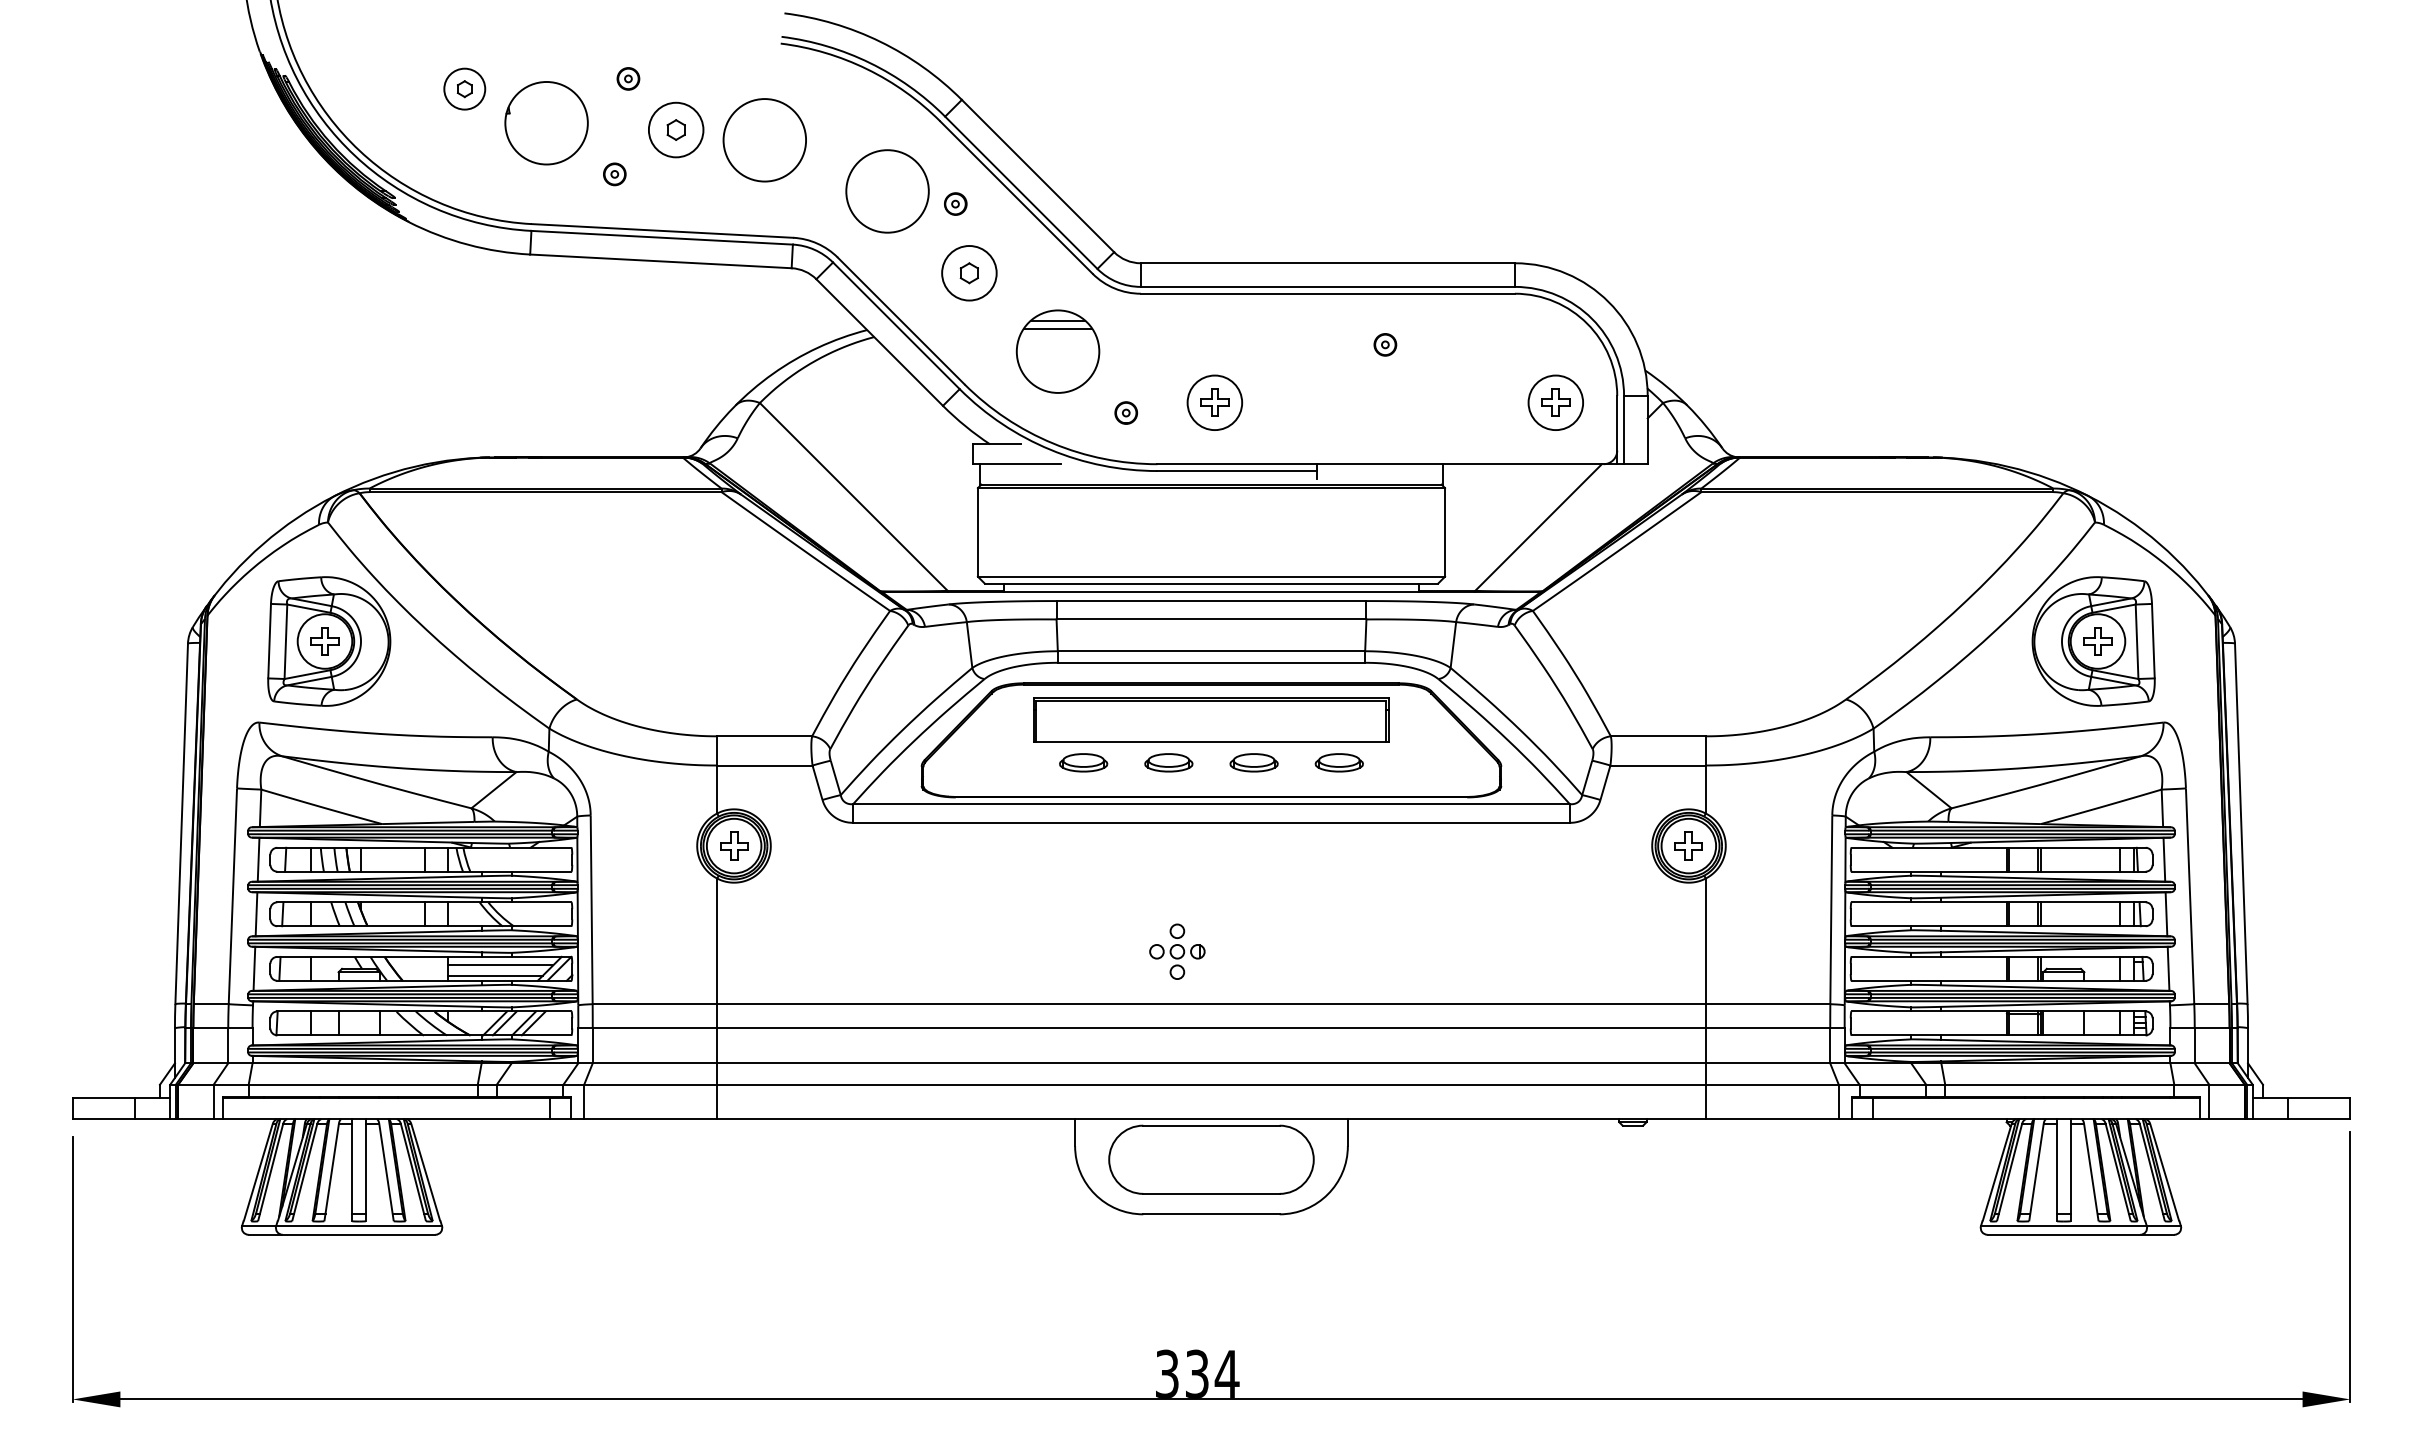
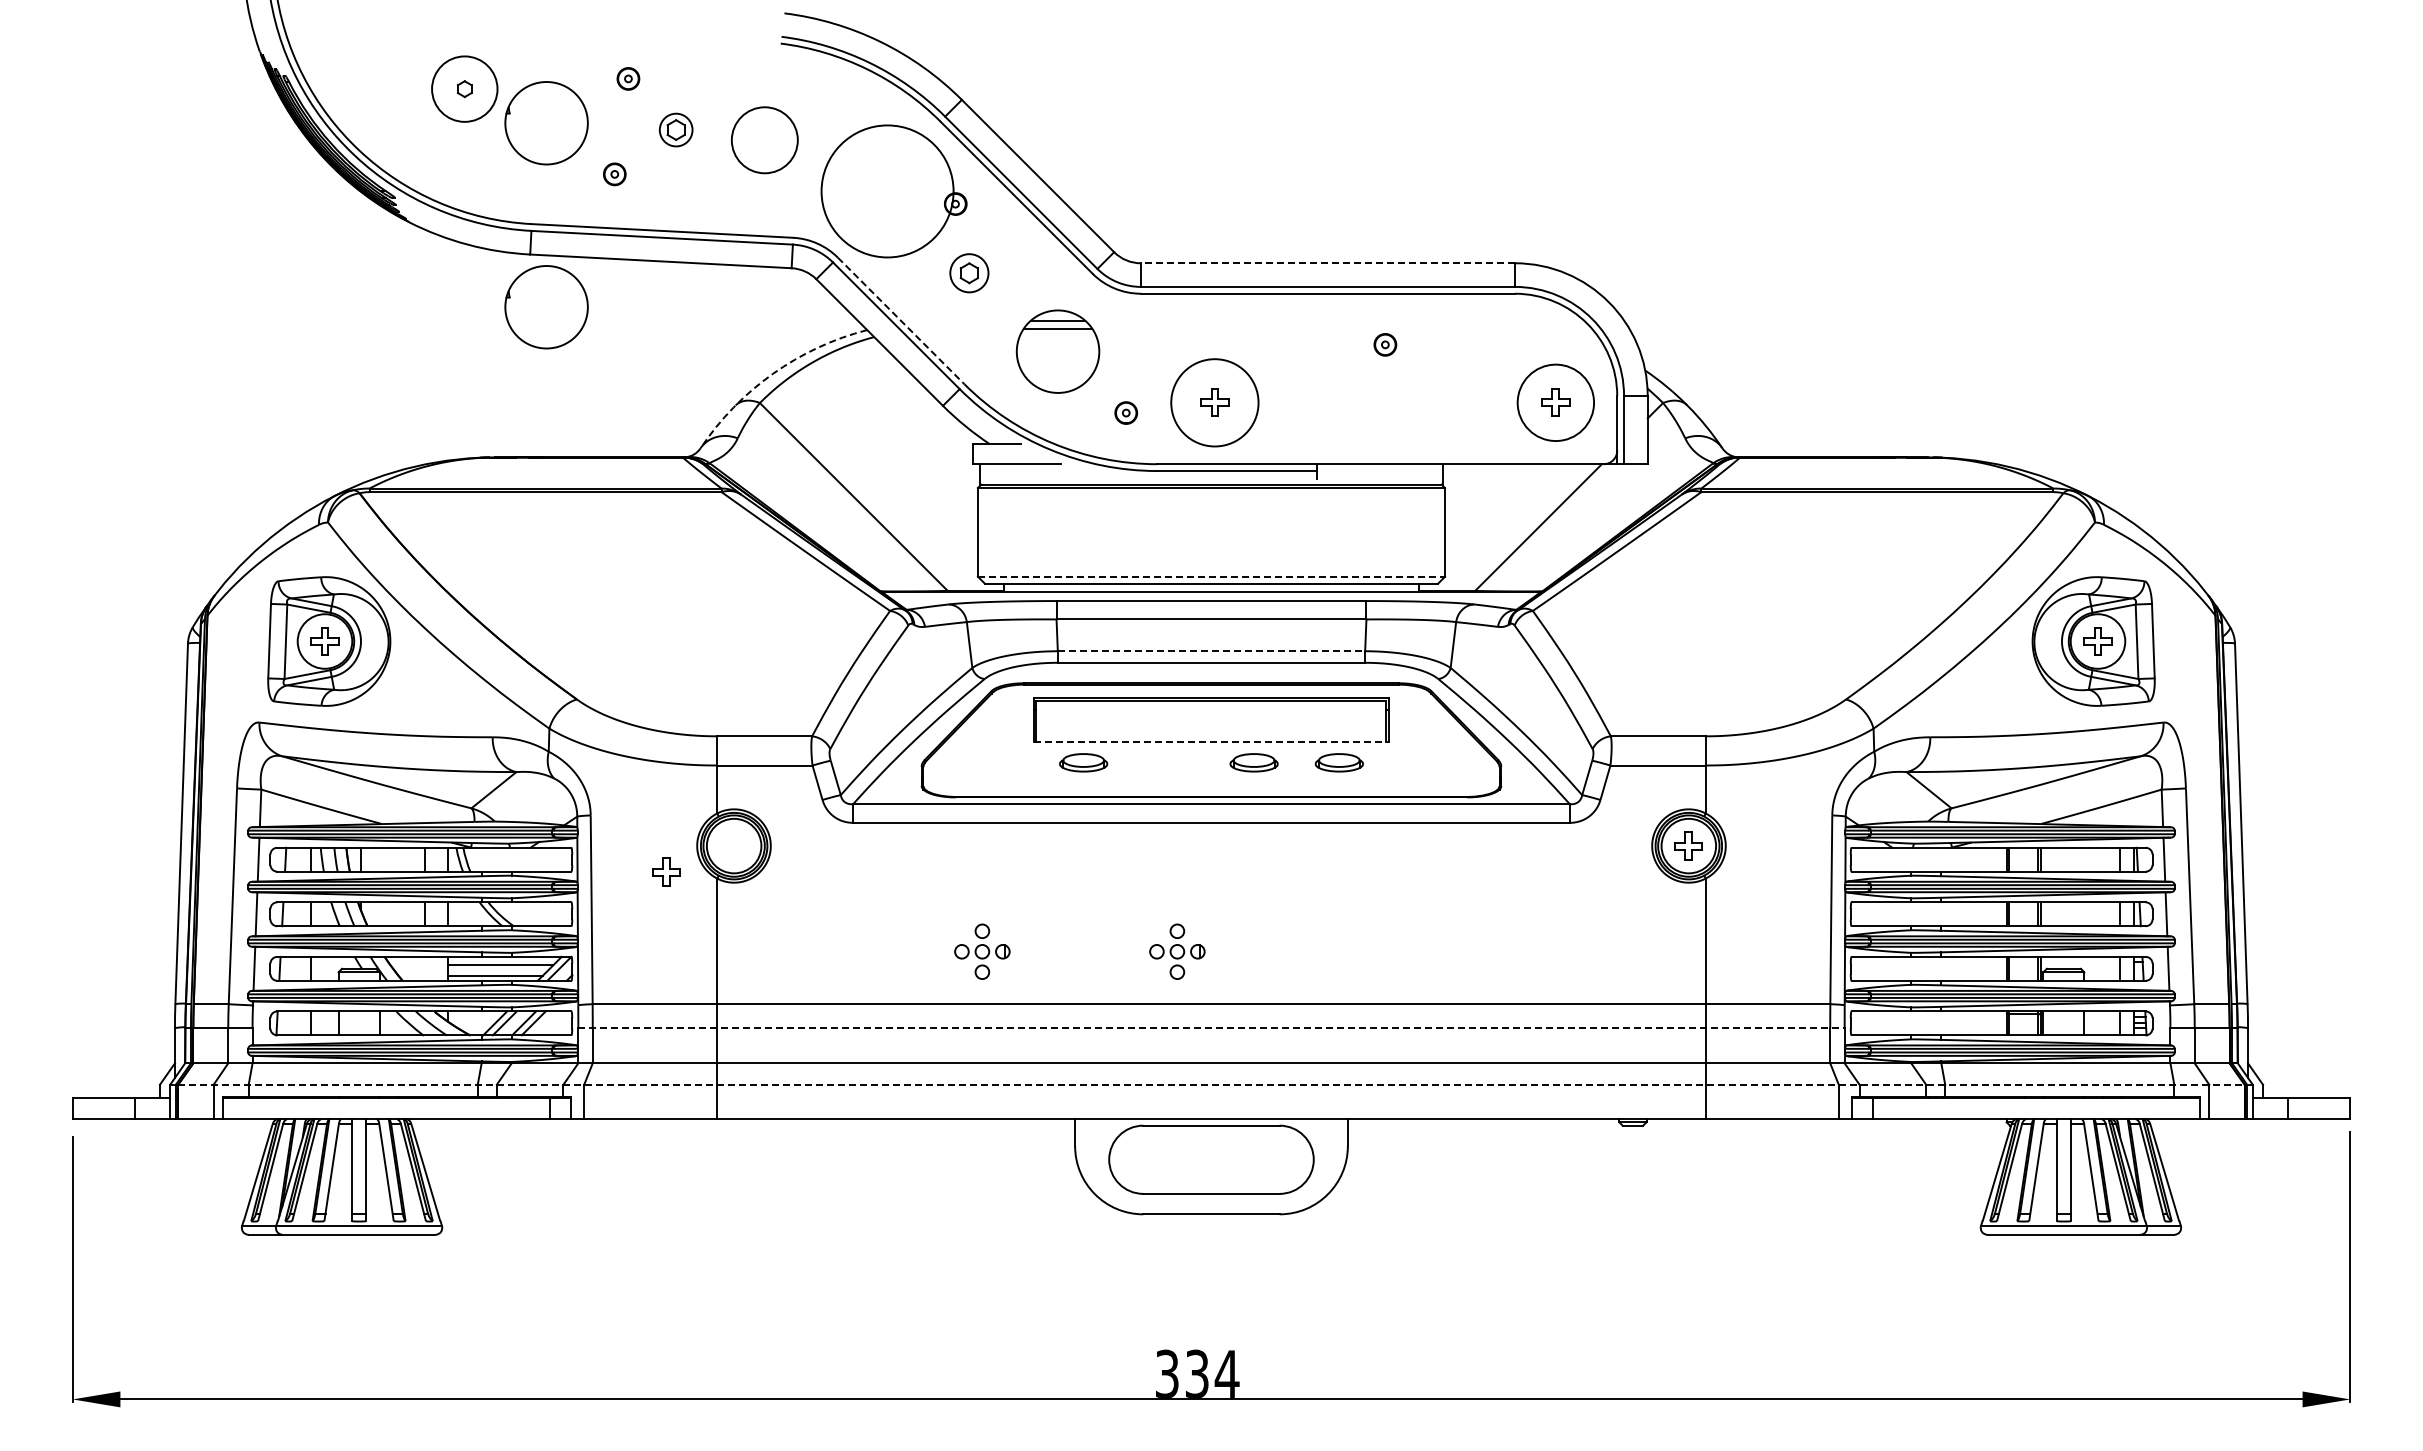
circle at (464, 88) diameter: 41 px -> 65 px
circle at (675, 129) diameter: 55 px -> 33 px
circle at (764, 140) diameter: 83 px -> 66 px
circle at (887, 191) diameter: 83 px -> 132 px
line at (1327, 263): solid -> dashed
circle at (969, 273) diameter: 55 px -> 38 px
part at (546, 307): none -> present
line at (901, 321): solid -> dashed
arc at (773, 373): solid -> dashed
circle at (1214, 402) diameter: 55 px -> 87 px
circle at (1555, 402) diameter: 55 px -> 76 px
line at (1211, 576): solid -> dashed
line at (1211, 651): solid -> dashed
line at (1211, 741): solid -> dashed
part at (1168, 762): present -> none
part at (734, 845) position: (734, 845) -> (666, 871)
part at (982, 951): none -> present
line at (1211, 1028): solid -> dashed
line at (1212, 1084): solid -> dashed
